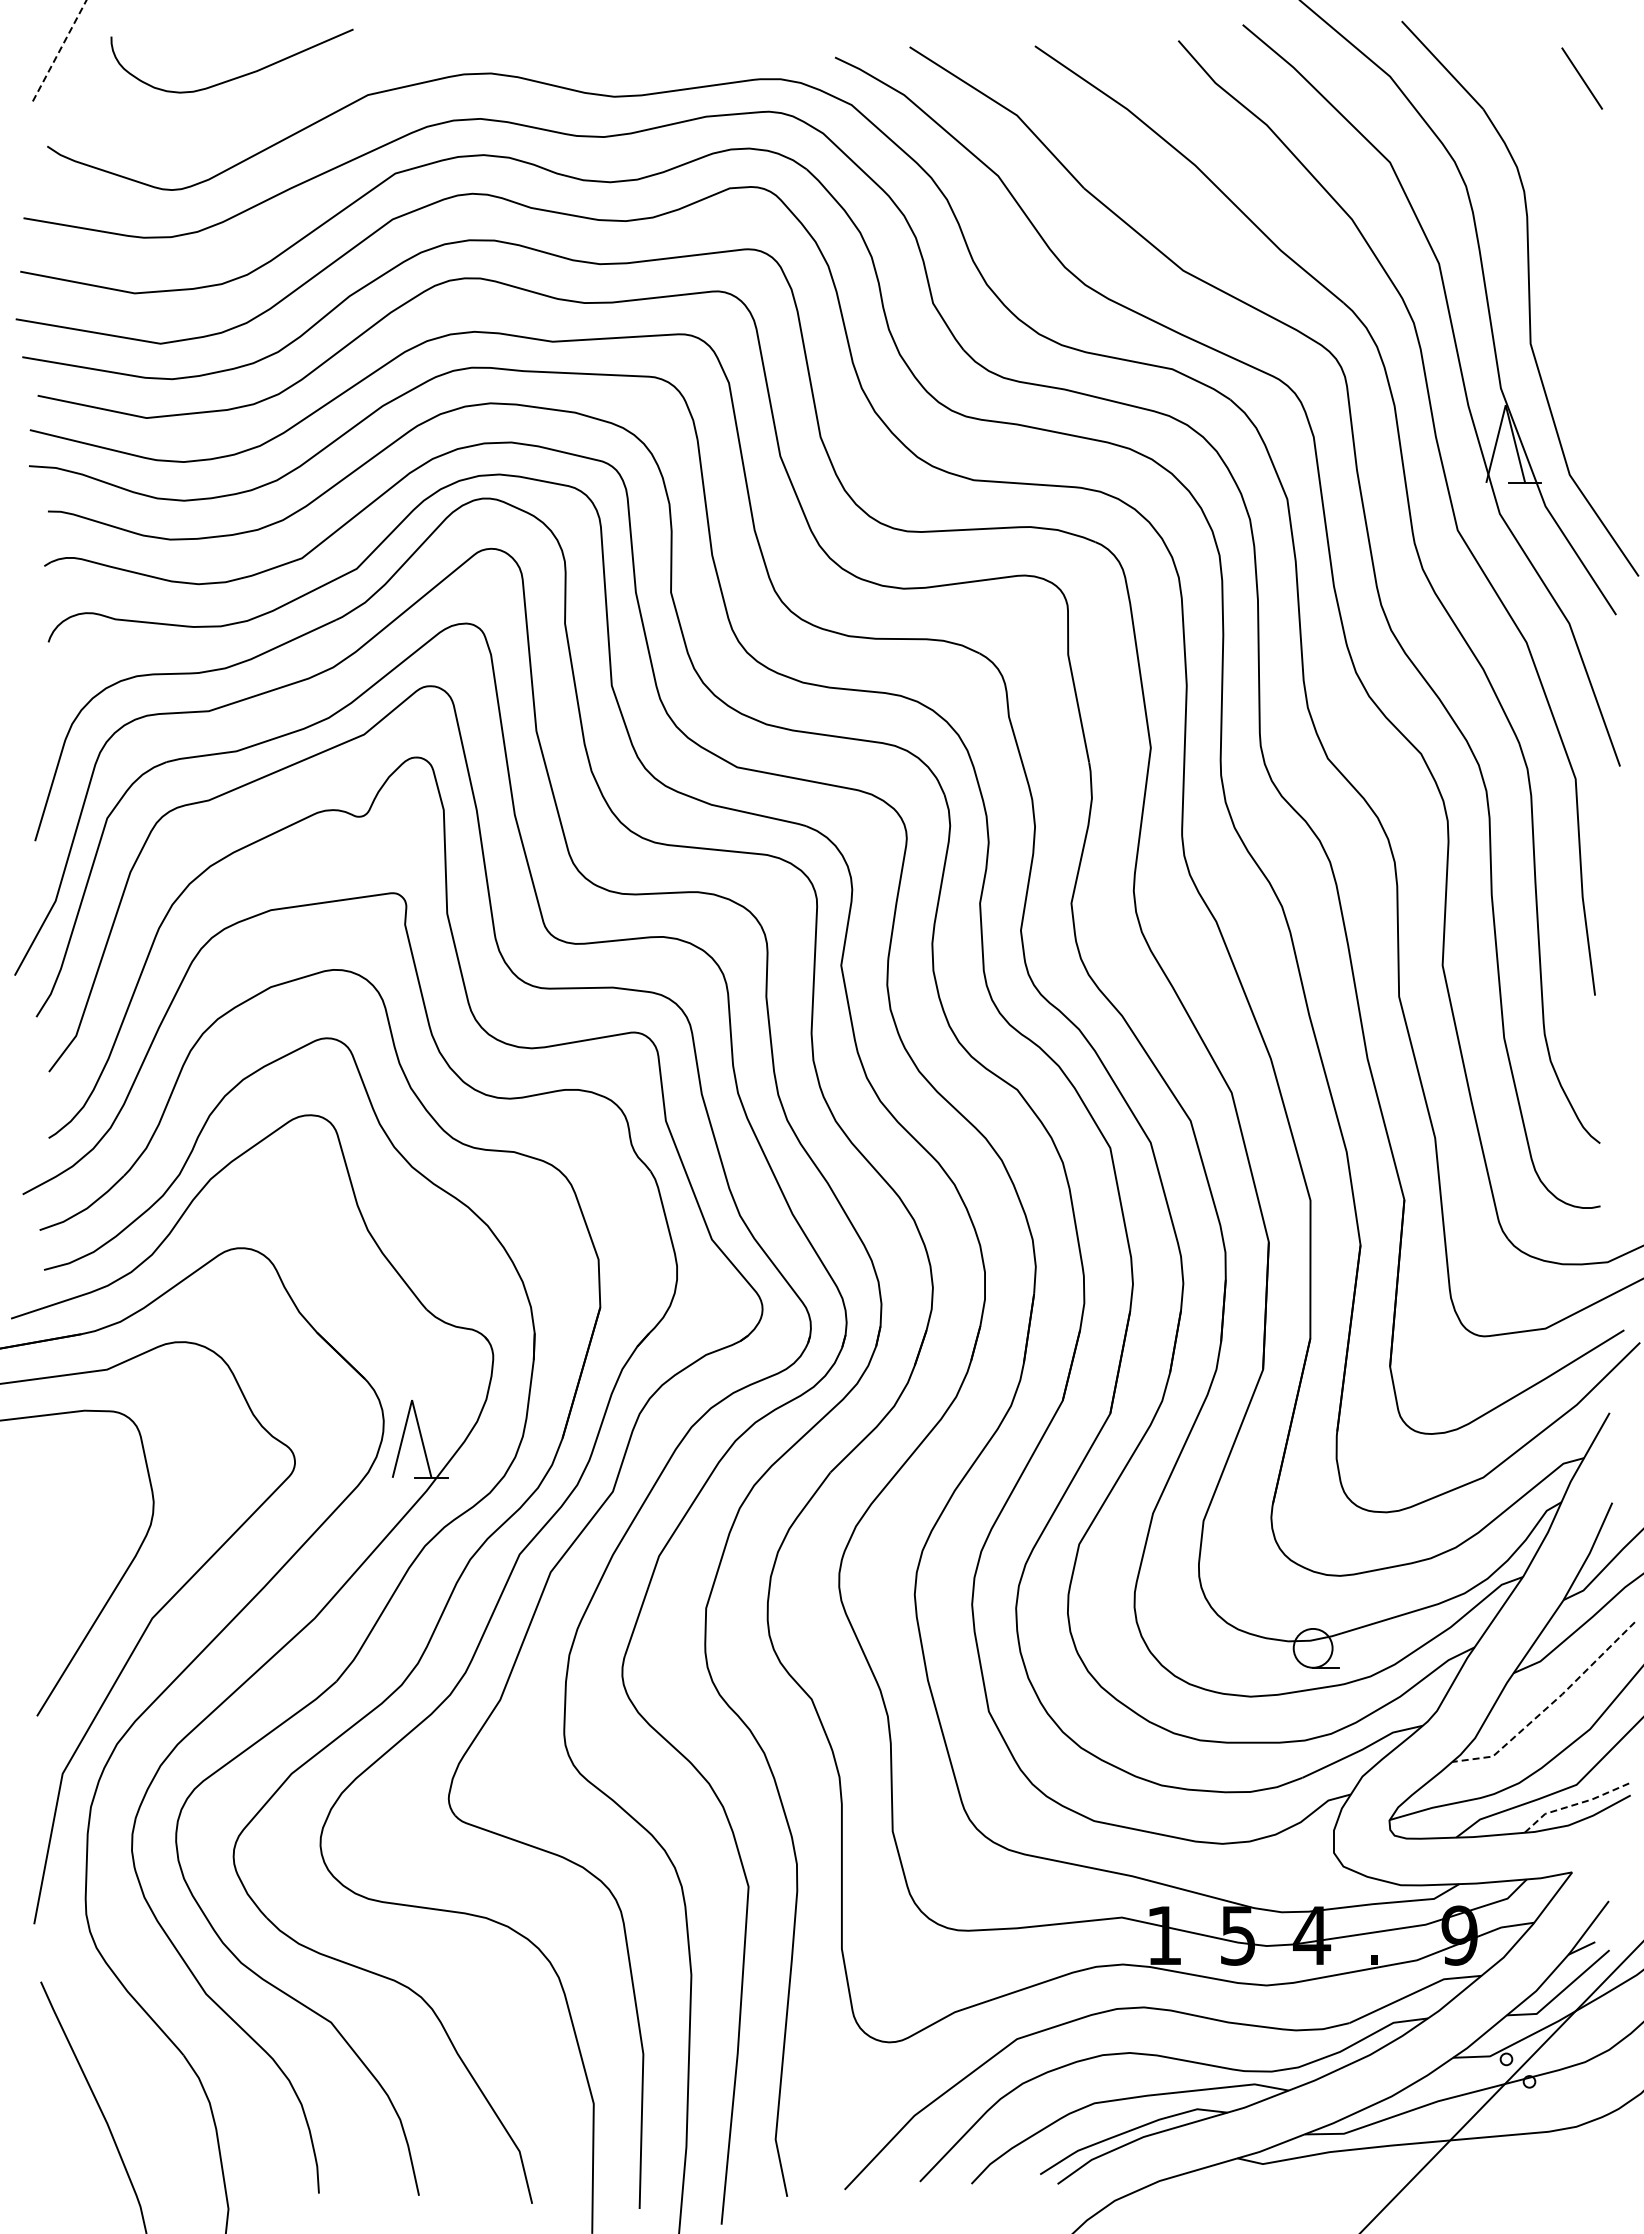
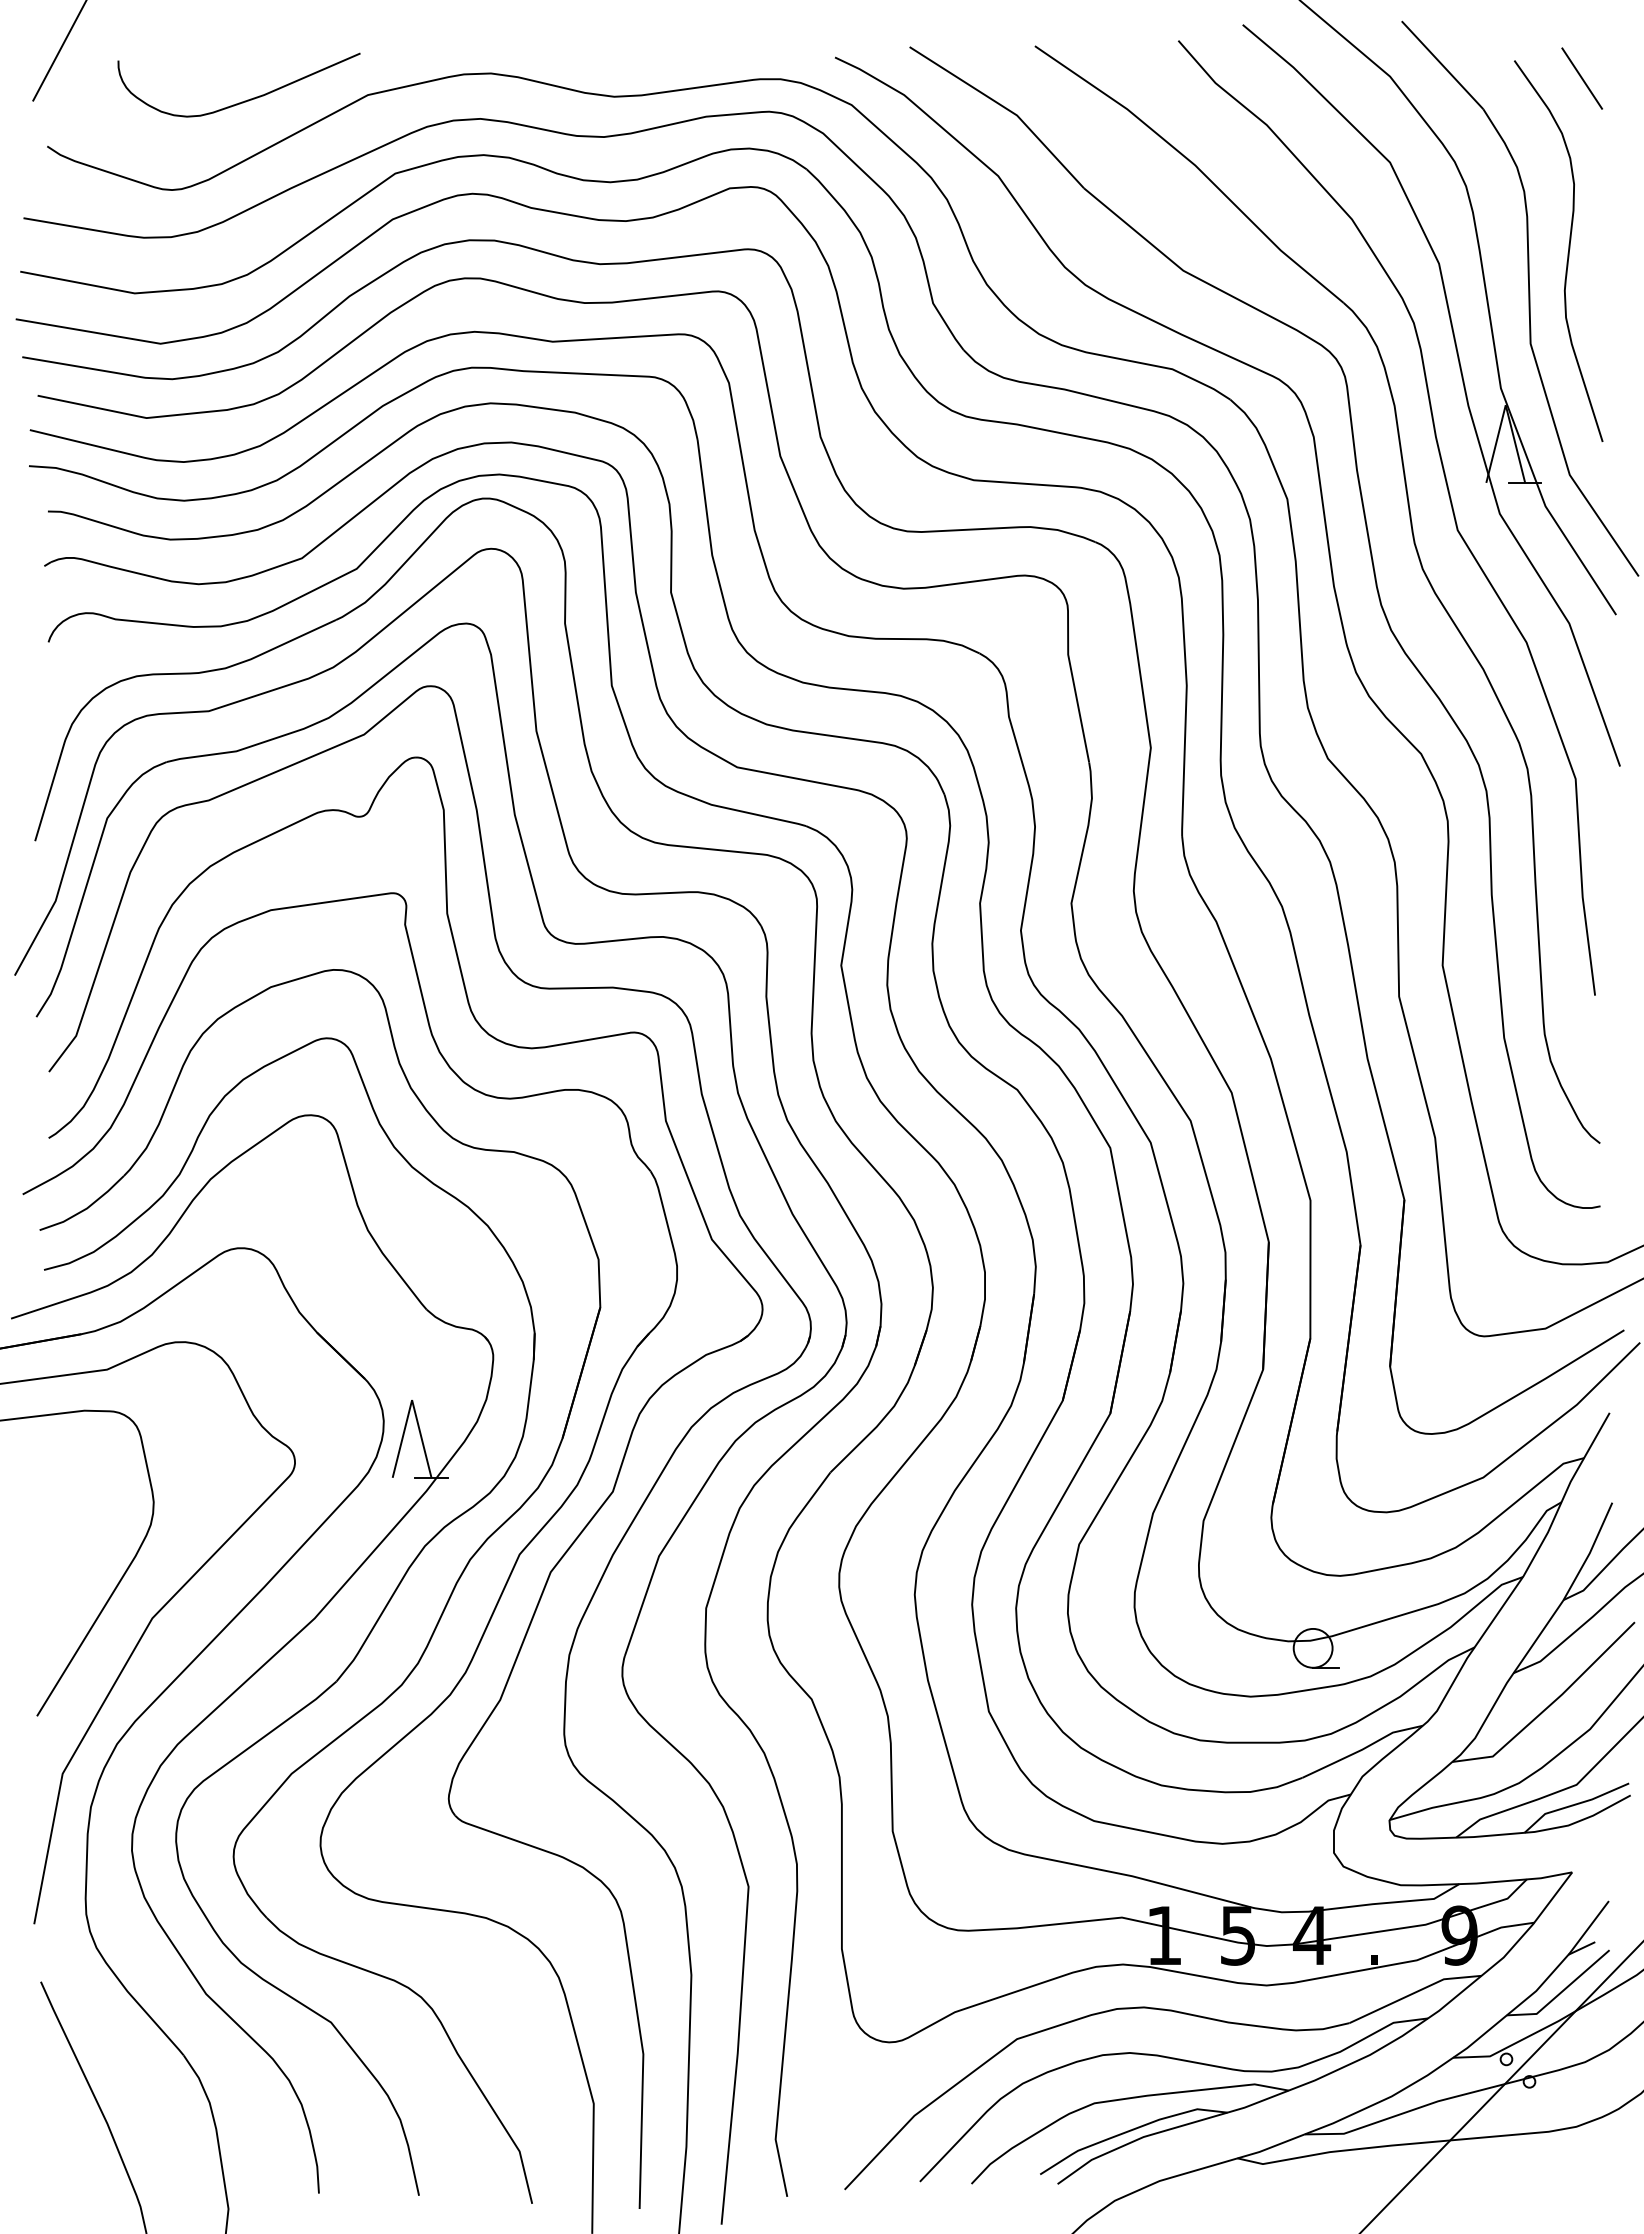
line at (59, 51): dashed -> solid
curve at (237, 76) position: (237, 76) -> (244, 100)
curve at (1567, 252): none -> present
line at (1550, 1704): dashed -> solid
line at (1574, 1804): dashed -> solid
